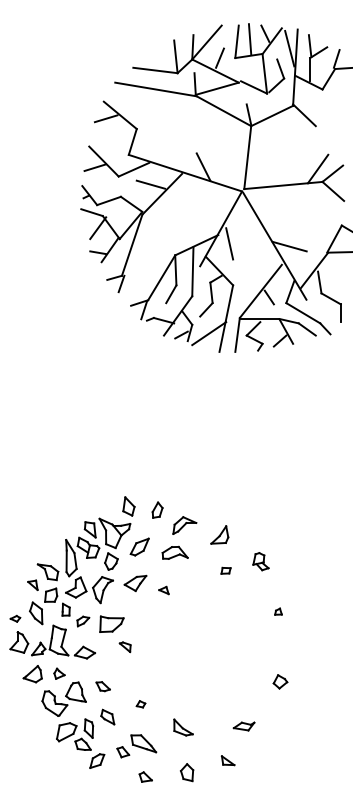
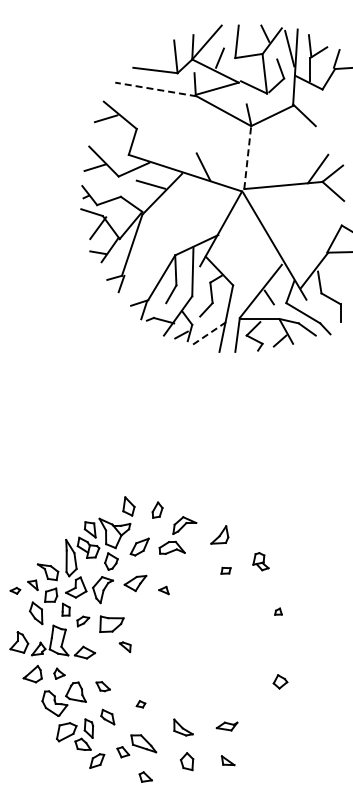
line at (249, 39): present -> none
line at (155, 89): solid -> dashed
line at (247, 157): solid -> dashed
line at (229, 243): present -> none
line at (289, 246): present -> none
line at (208, 333): solid -> dashed
part at (174, 552) position: (174, 552) -> (171, 547)
part at (15, 618) position: (15, 618) -> (15, 590)
part at (243, 726) position: (243, 726) -> (226, 726)
part at (187, 772) position: (187, 772) -> (187, 761)
